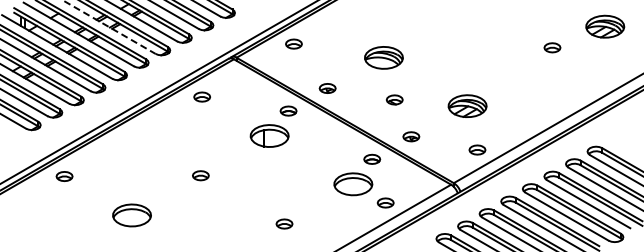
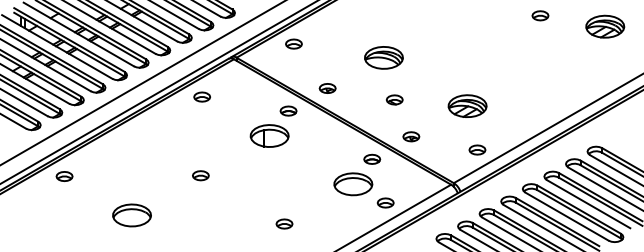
line at (109, 27): dashed -> solid
part at (552, 47) position: (552, 47) -> (540, 15)
line at (142, 82): none -> present
